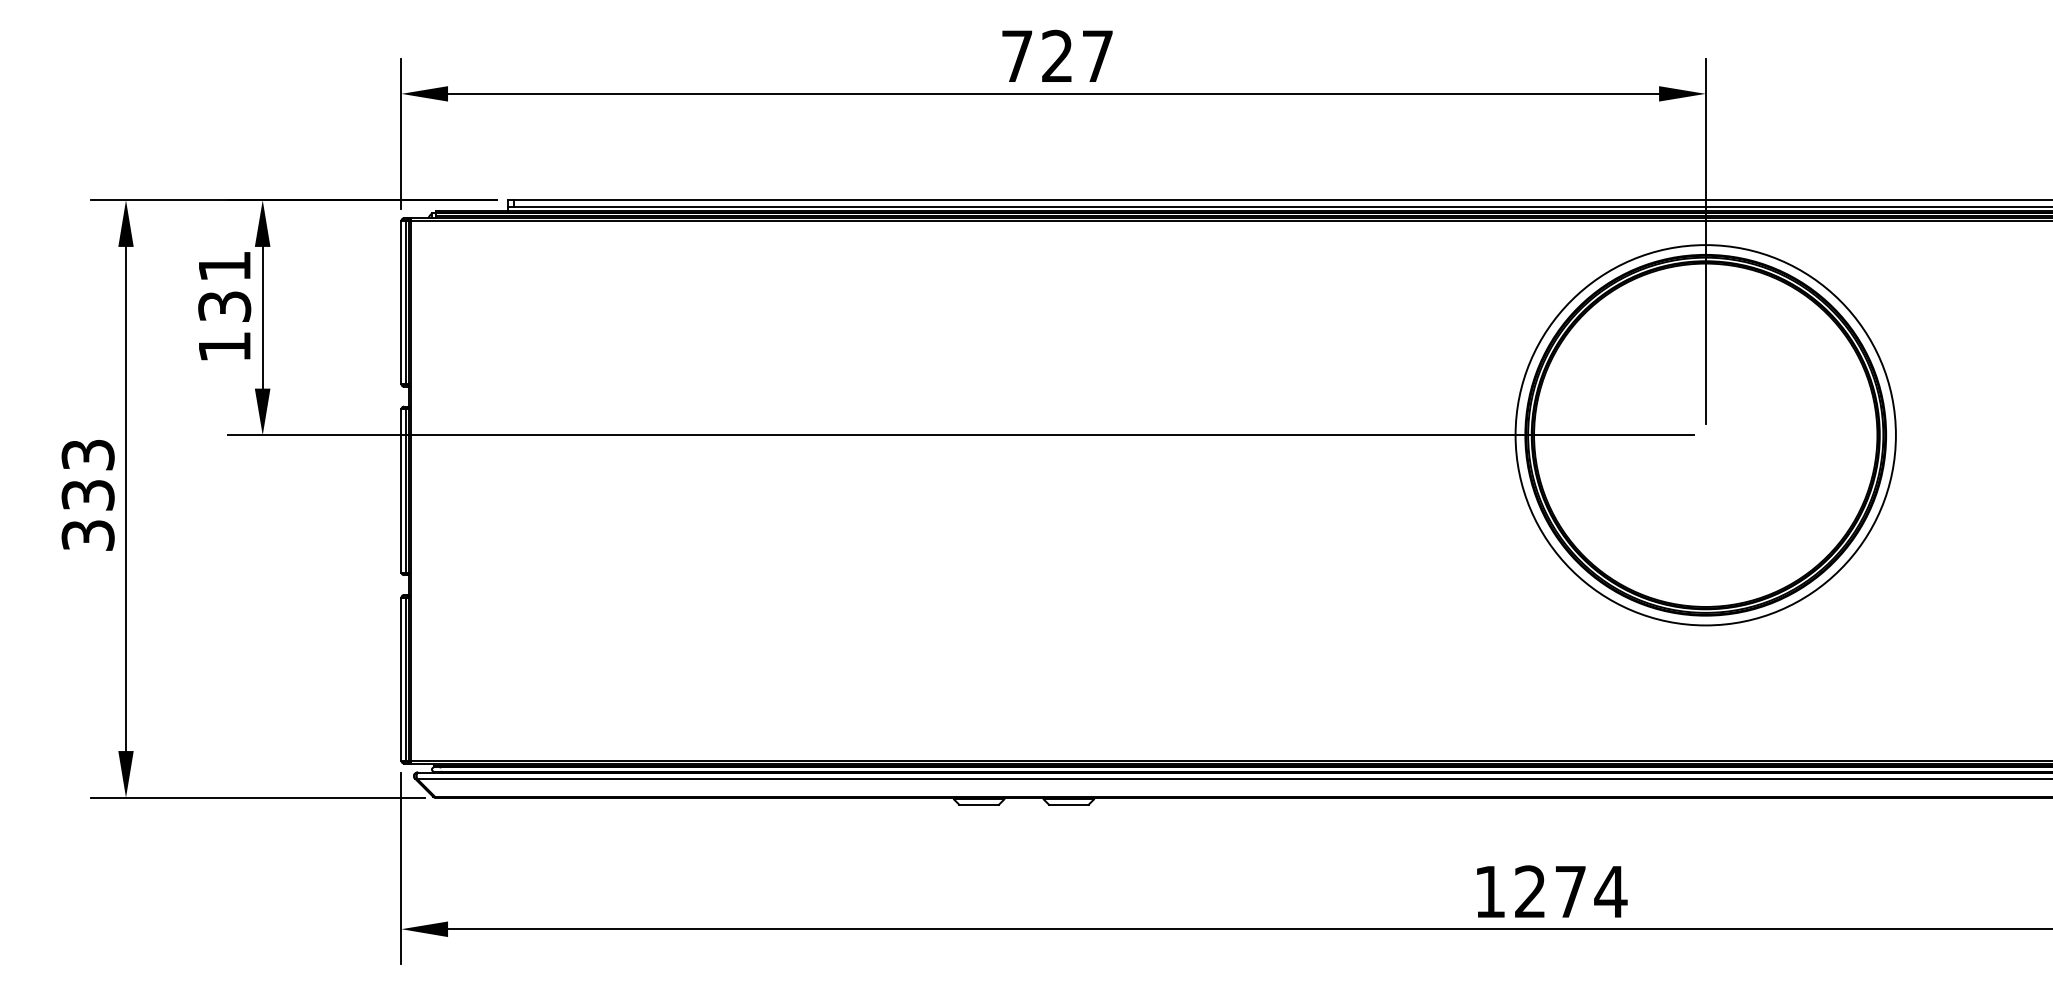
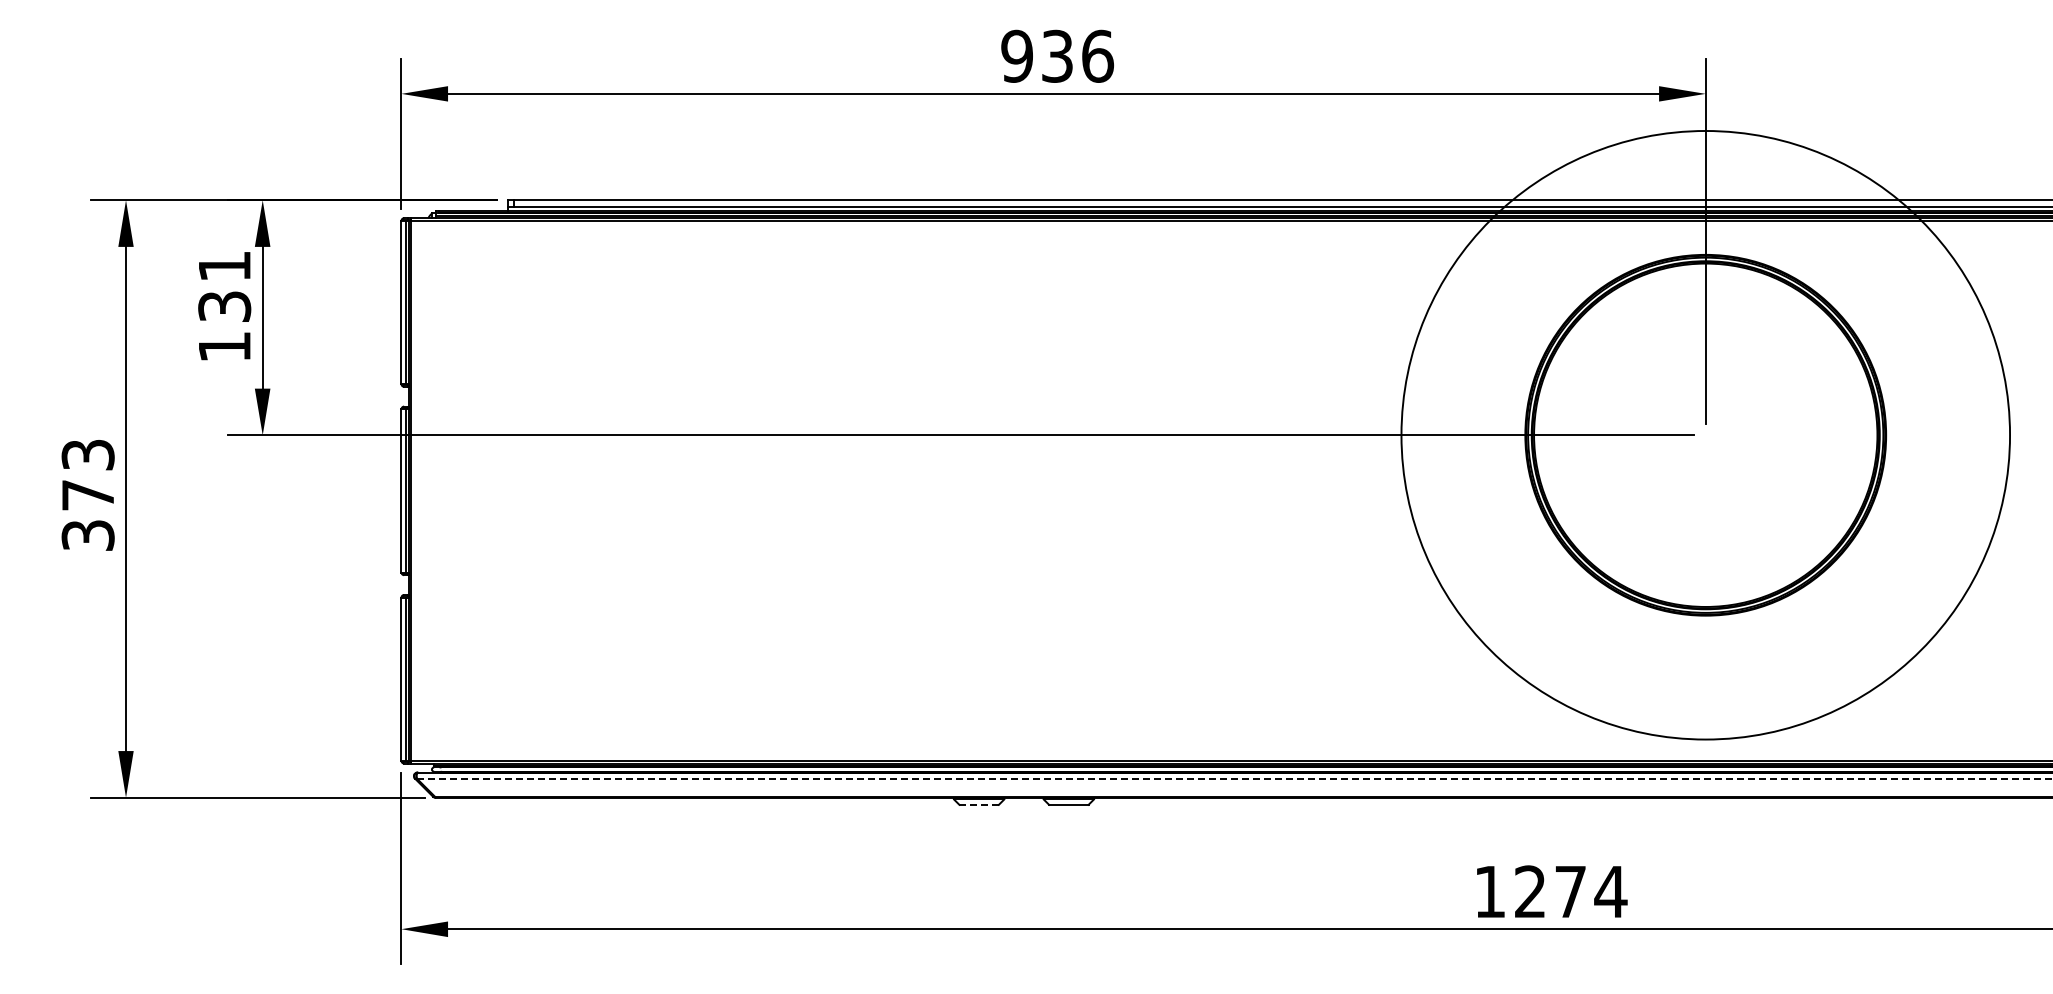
text at (1057, 55): 727 -> 936
circle at (1705, 435) diameter: 380 px -> 609 px
text at (87, 495): 333 -> 373
line at (1234, 778): solid -> dashed
line at (979, 804): solid -> dashed
